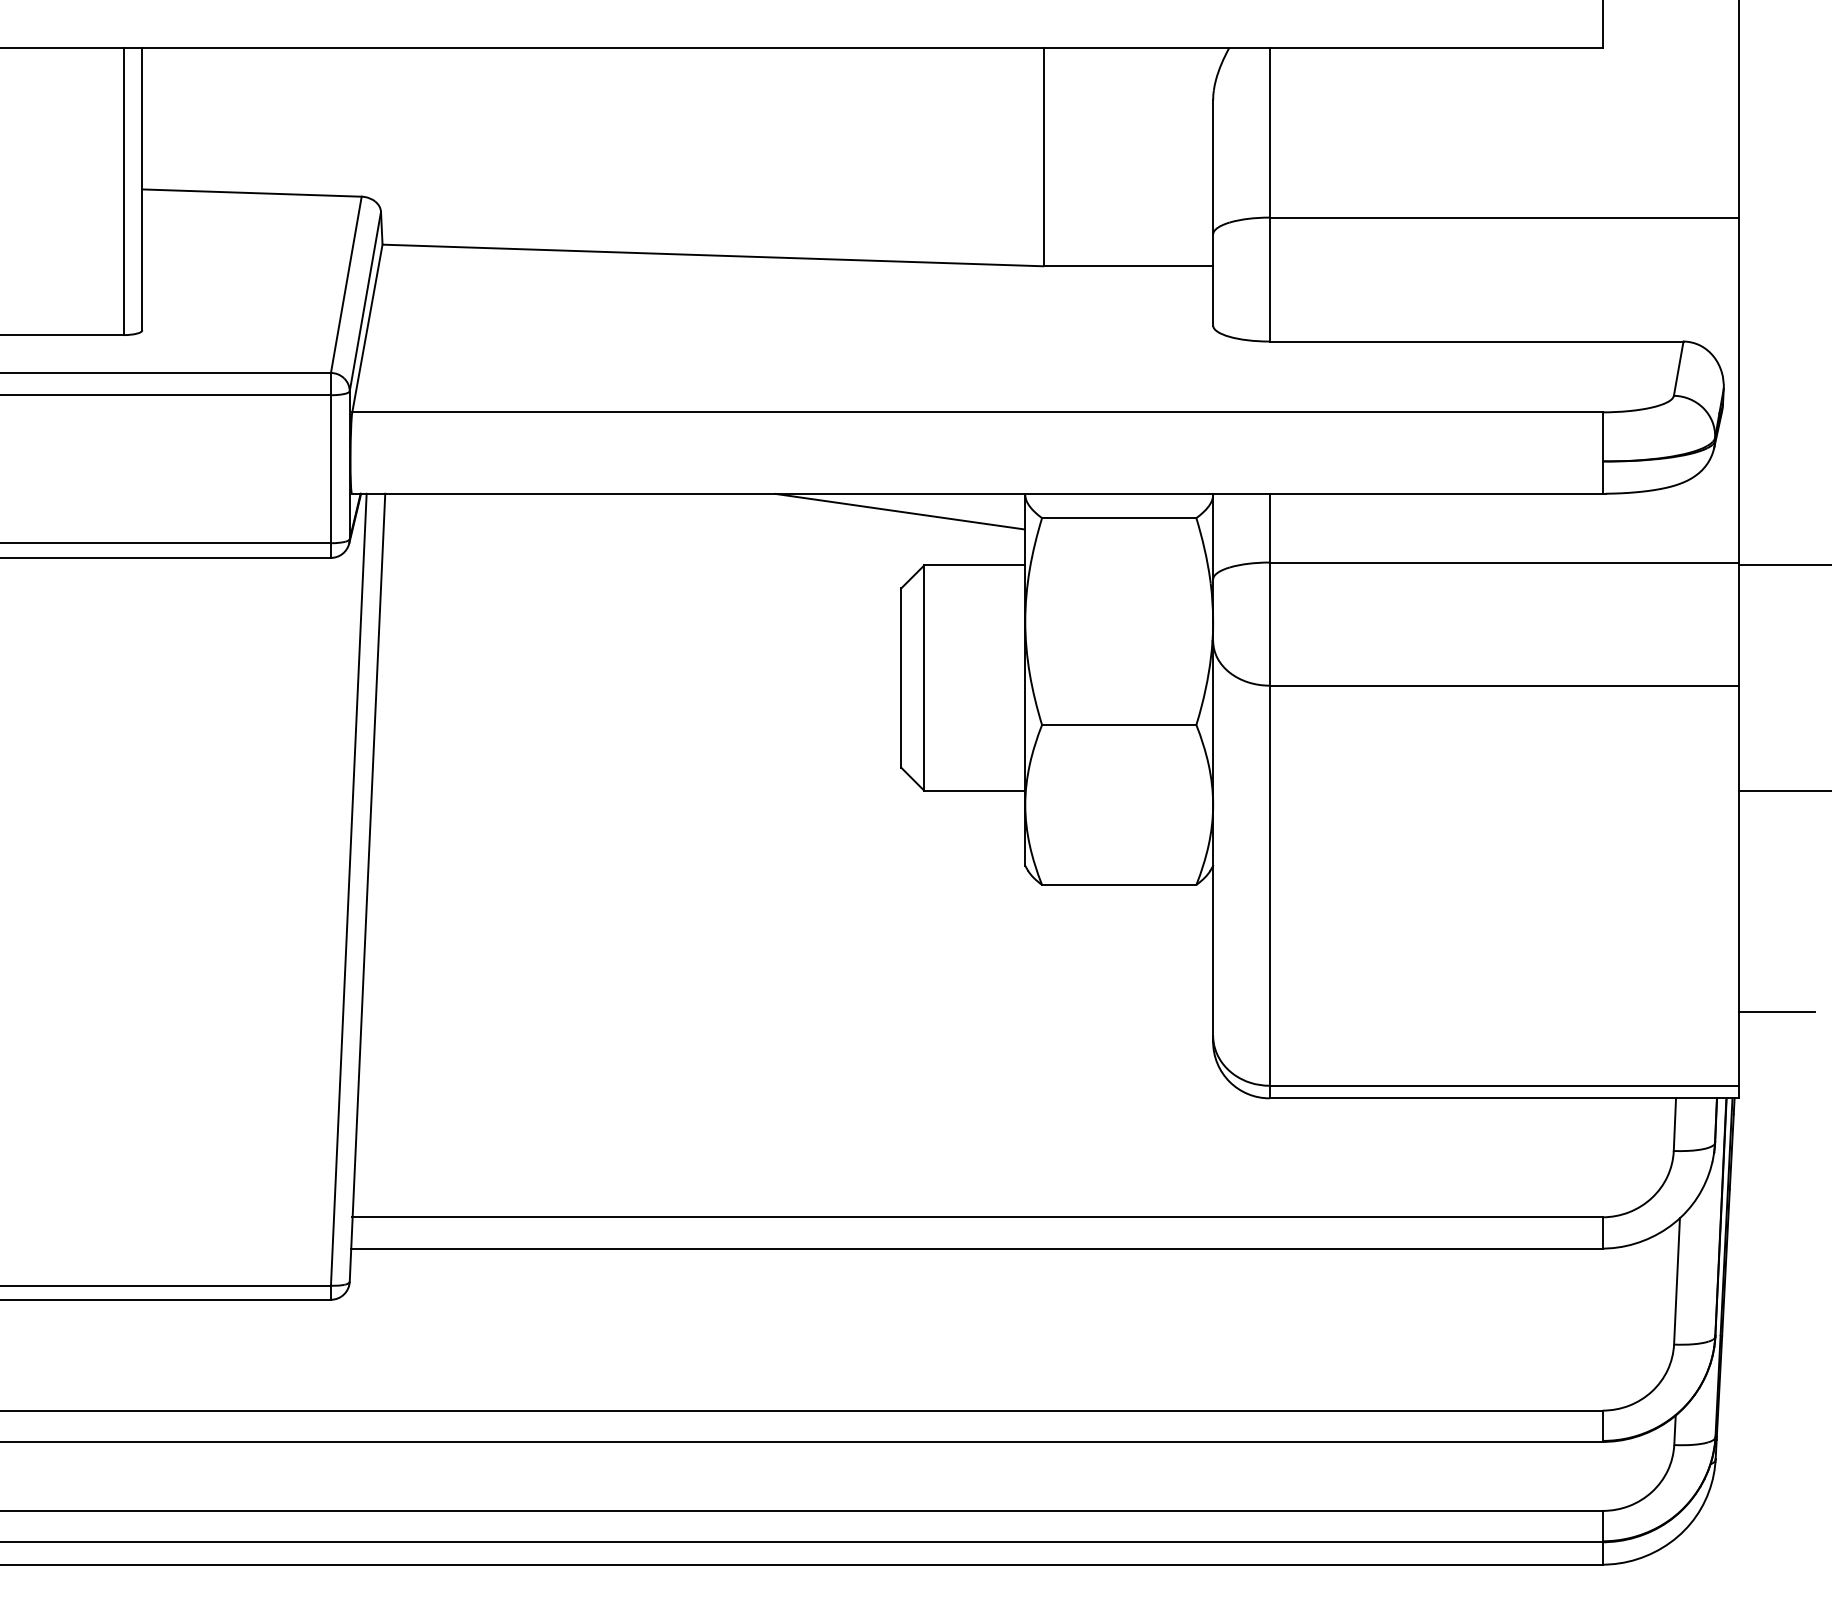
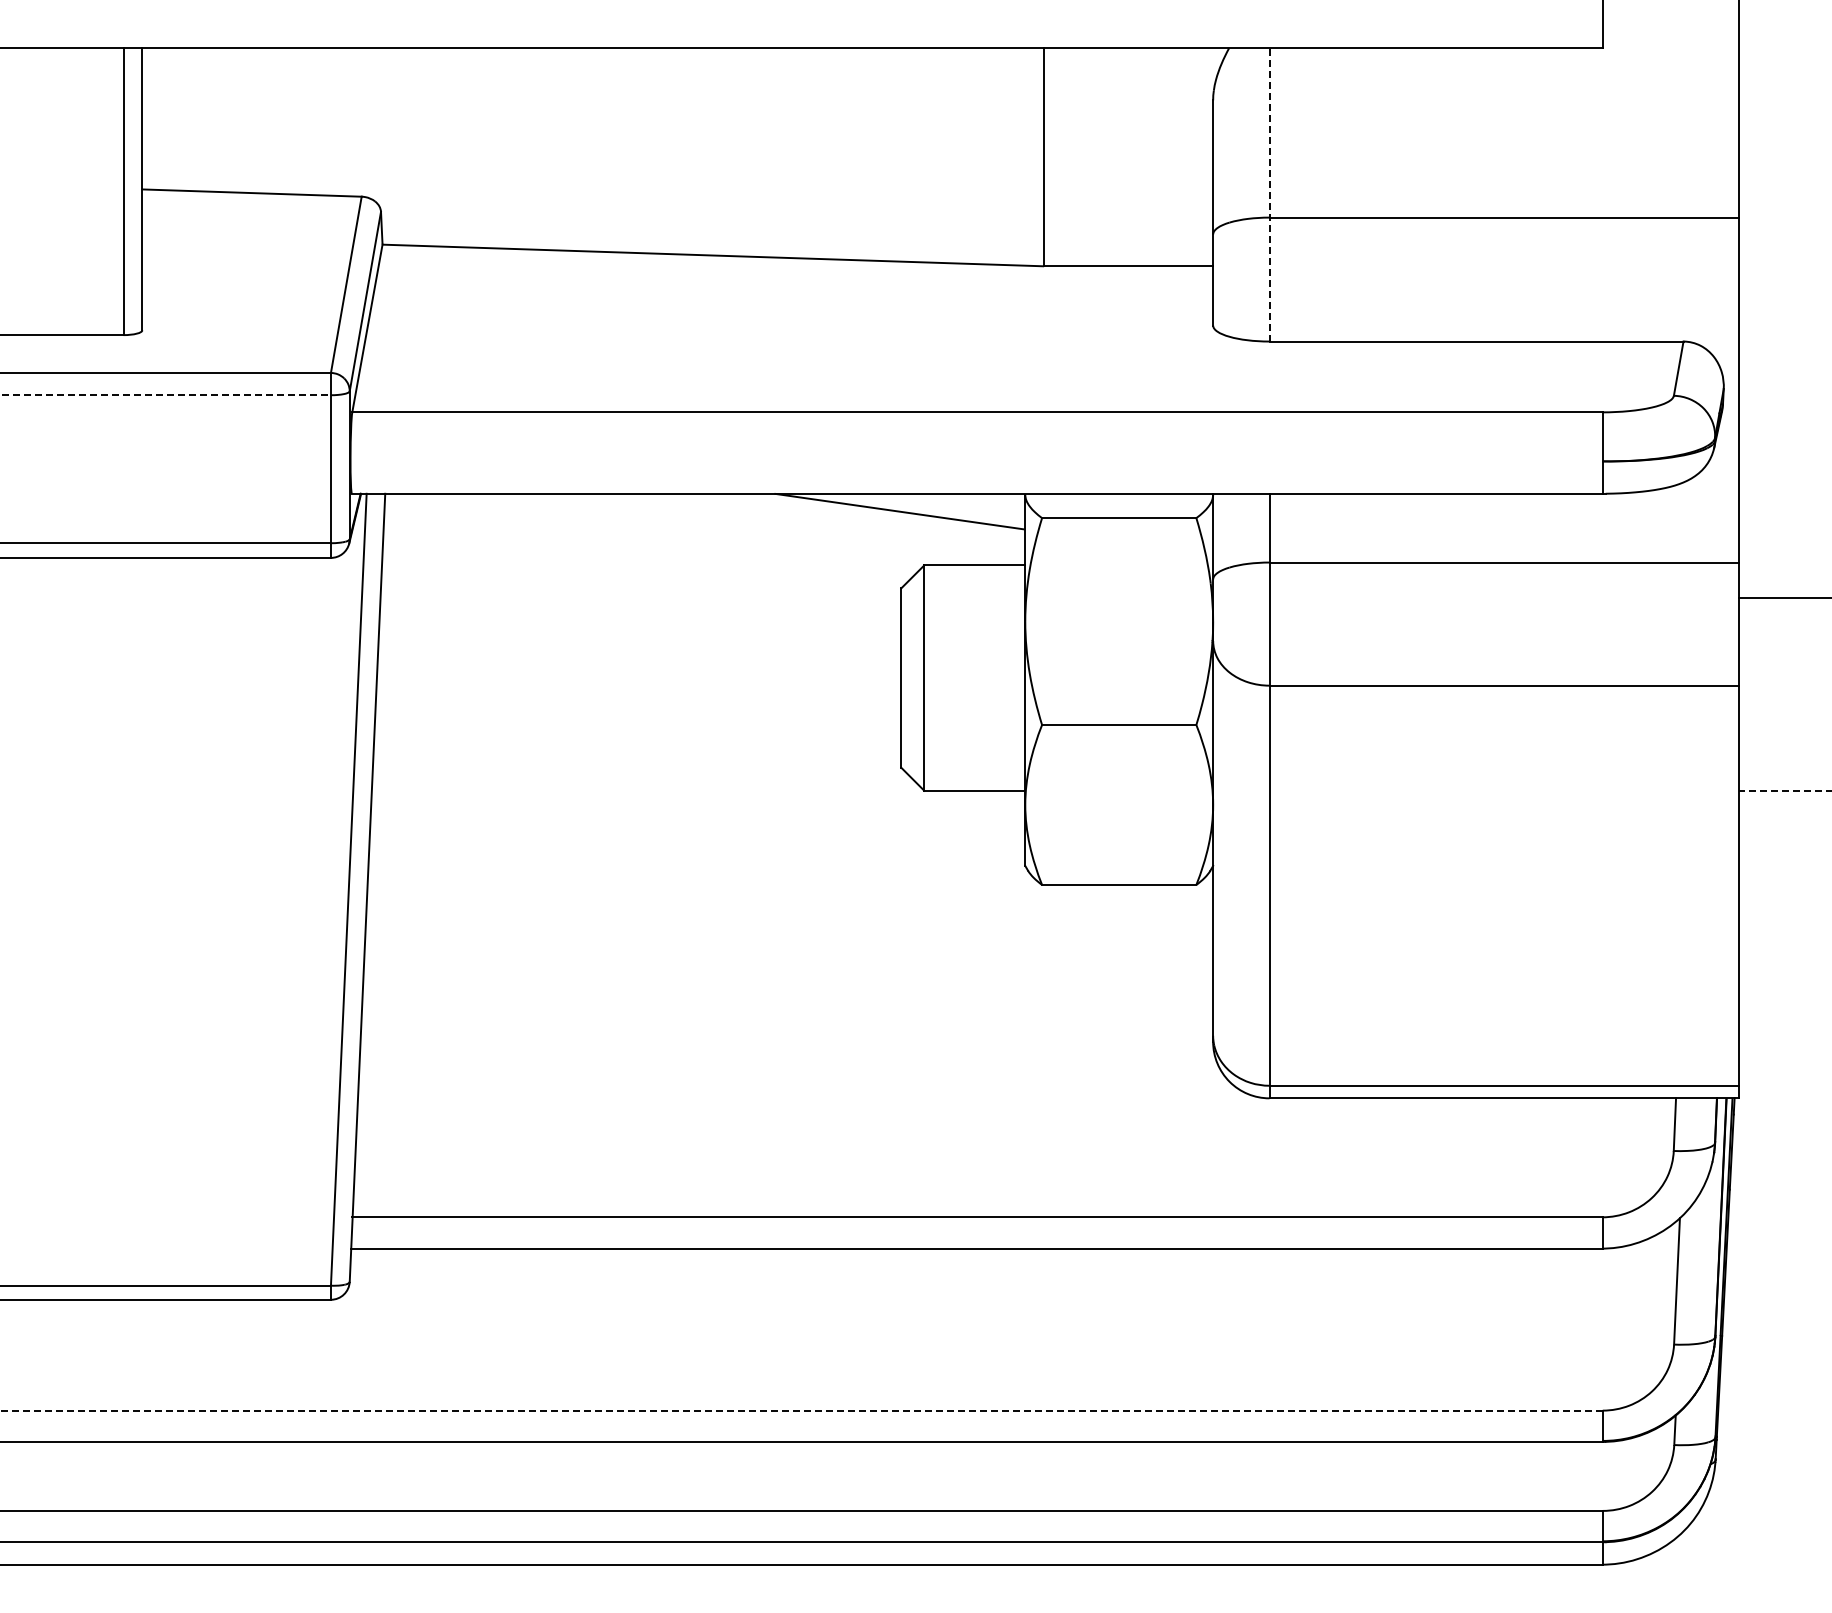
line at (1269, 194): solid -> dashed
line at (165, 395): solid -> dashed
line at (1783, 565) position: (1783, 565) -> (1783, 598)
line at (1785, 790): solid -> dashed
line at (1776, 1011): present -> none
line at (801, 1410): solid -> dashed
